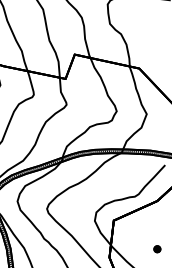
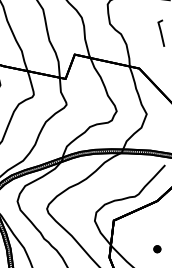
line at (161, 32): none -> present
